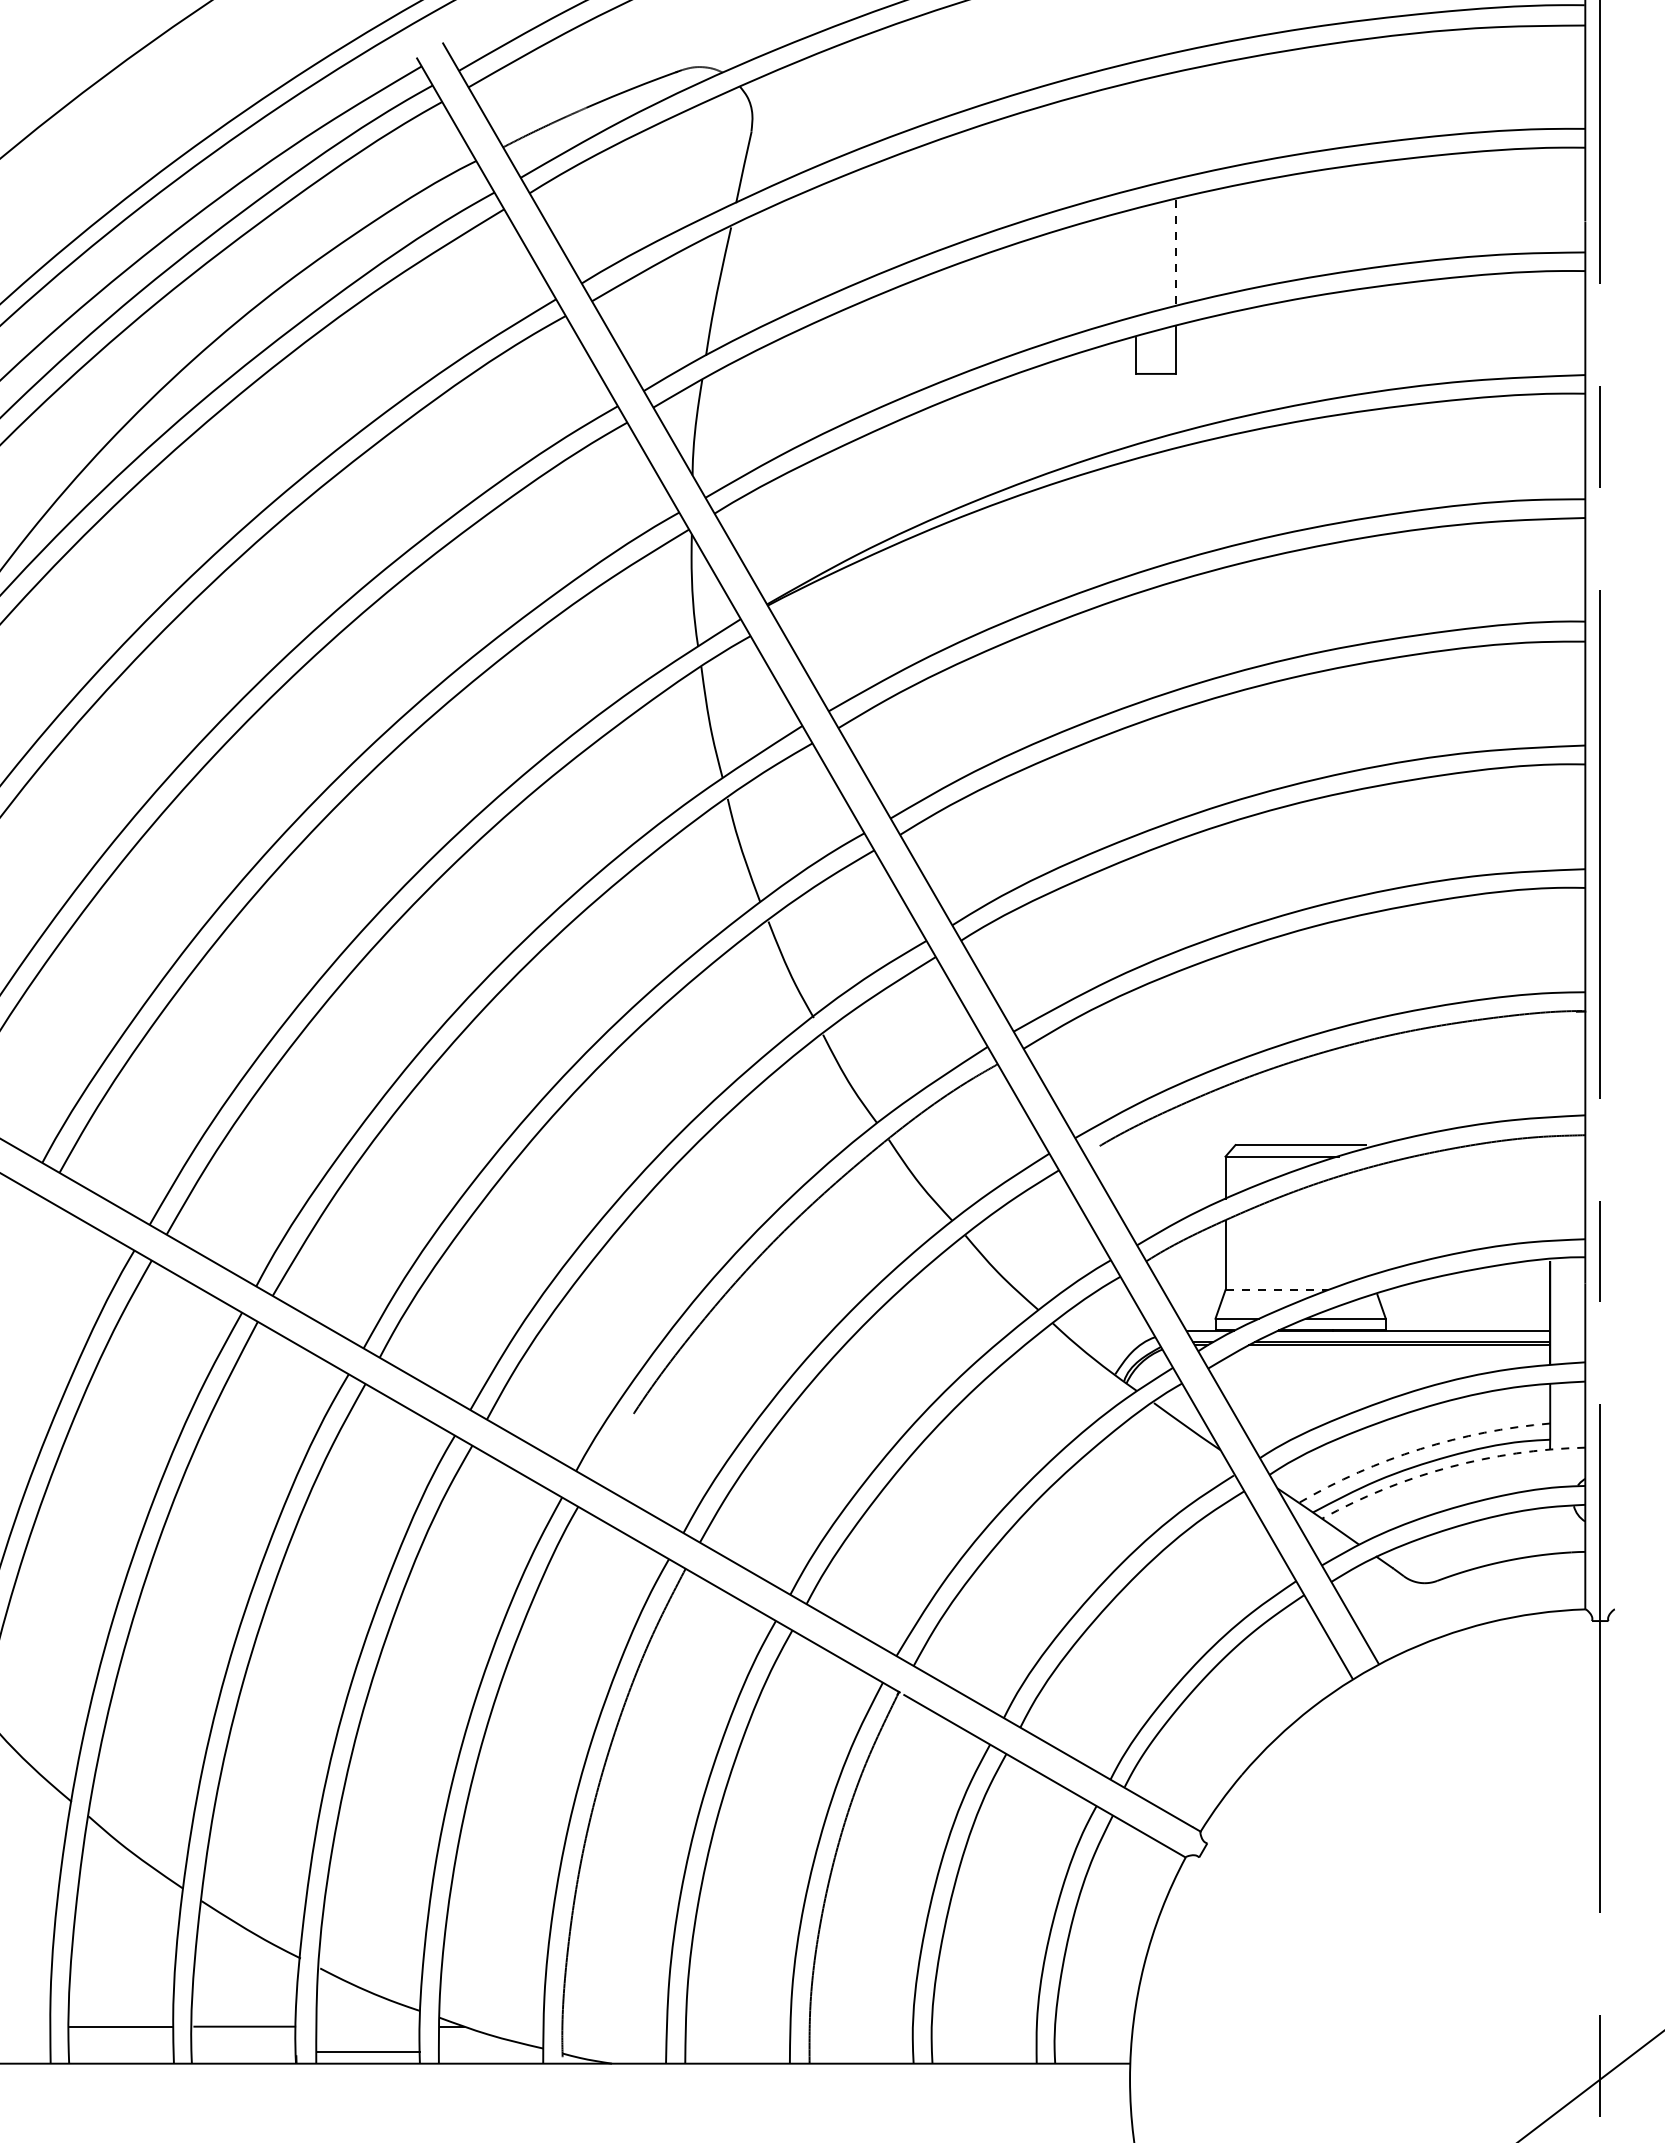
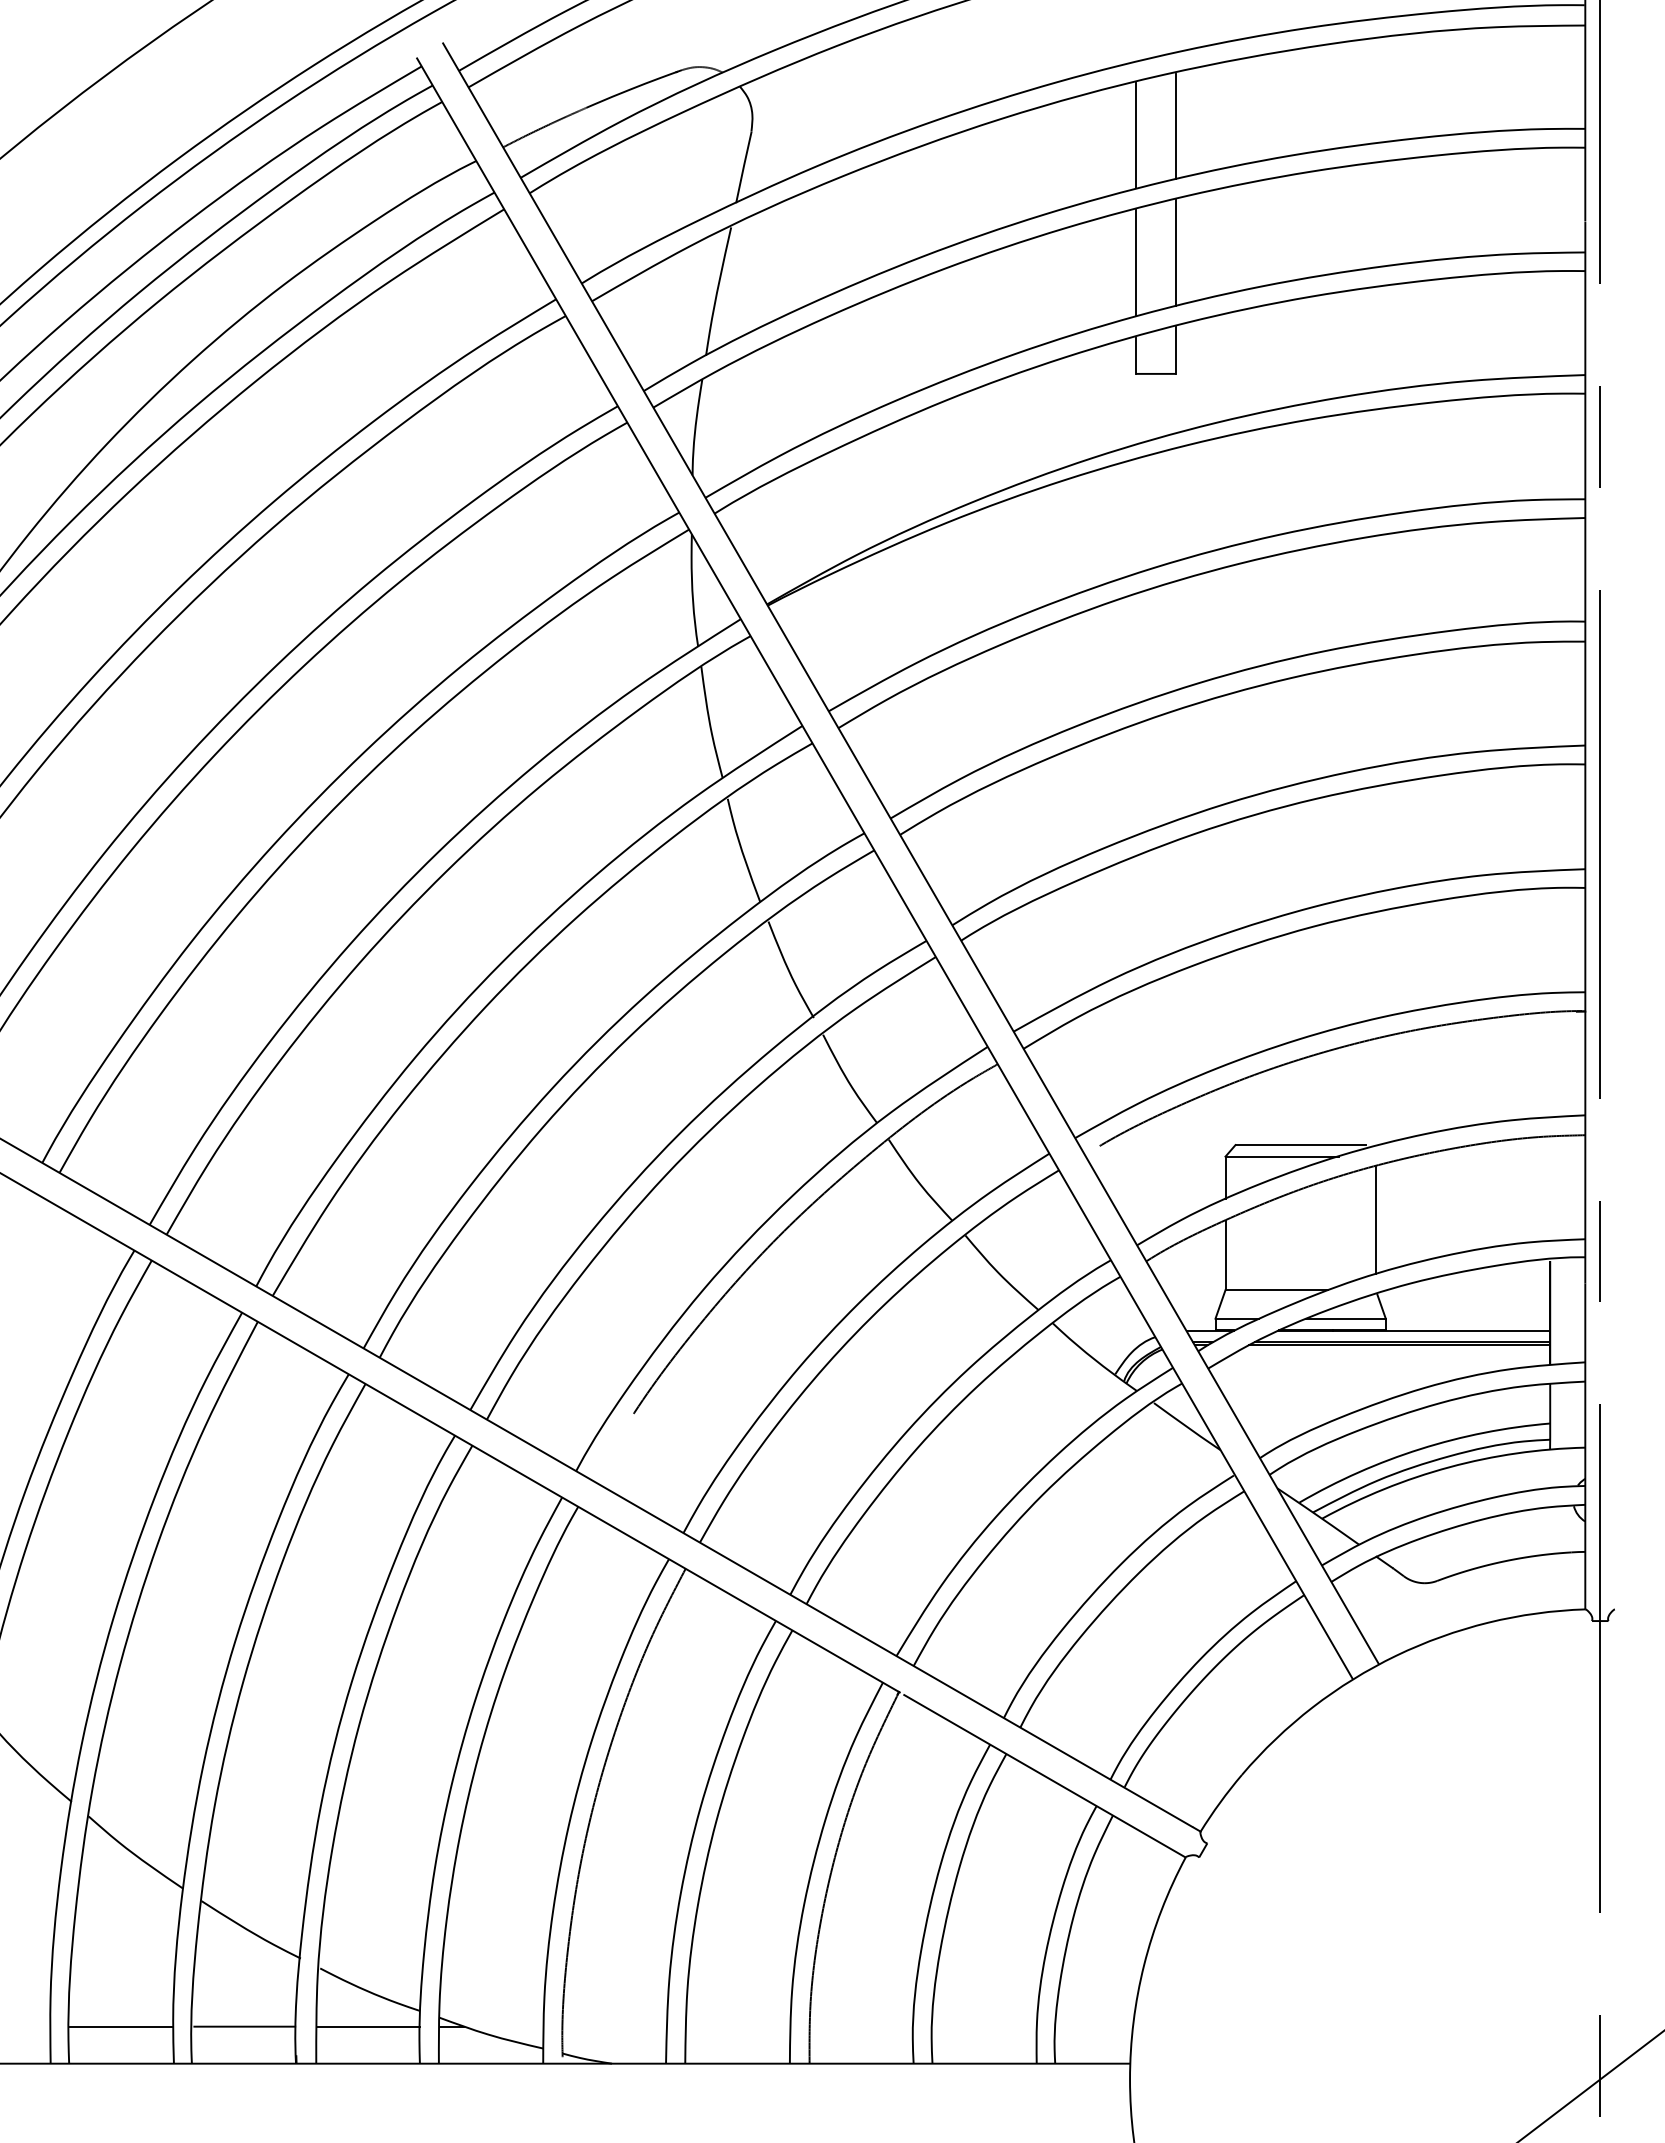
line at (1176, 126): none -> present
line at (1135, 135): none -> present
line at (1176, 252): dashed -> solid
line at (1135, 263): none -> present
line at (1375, 1220): none -> present
line at (1277, 1290): dashed -> solid
arc at (1420, 1449): dashed -> solid
arc at (1449, 1467): dashed -> solid
line at (367, 2051) position: (367, 2051) -> (367, 2026)
